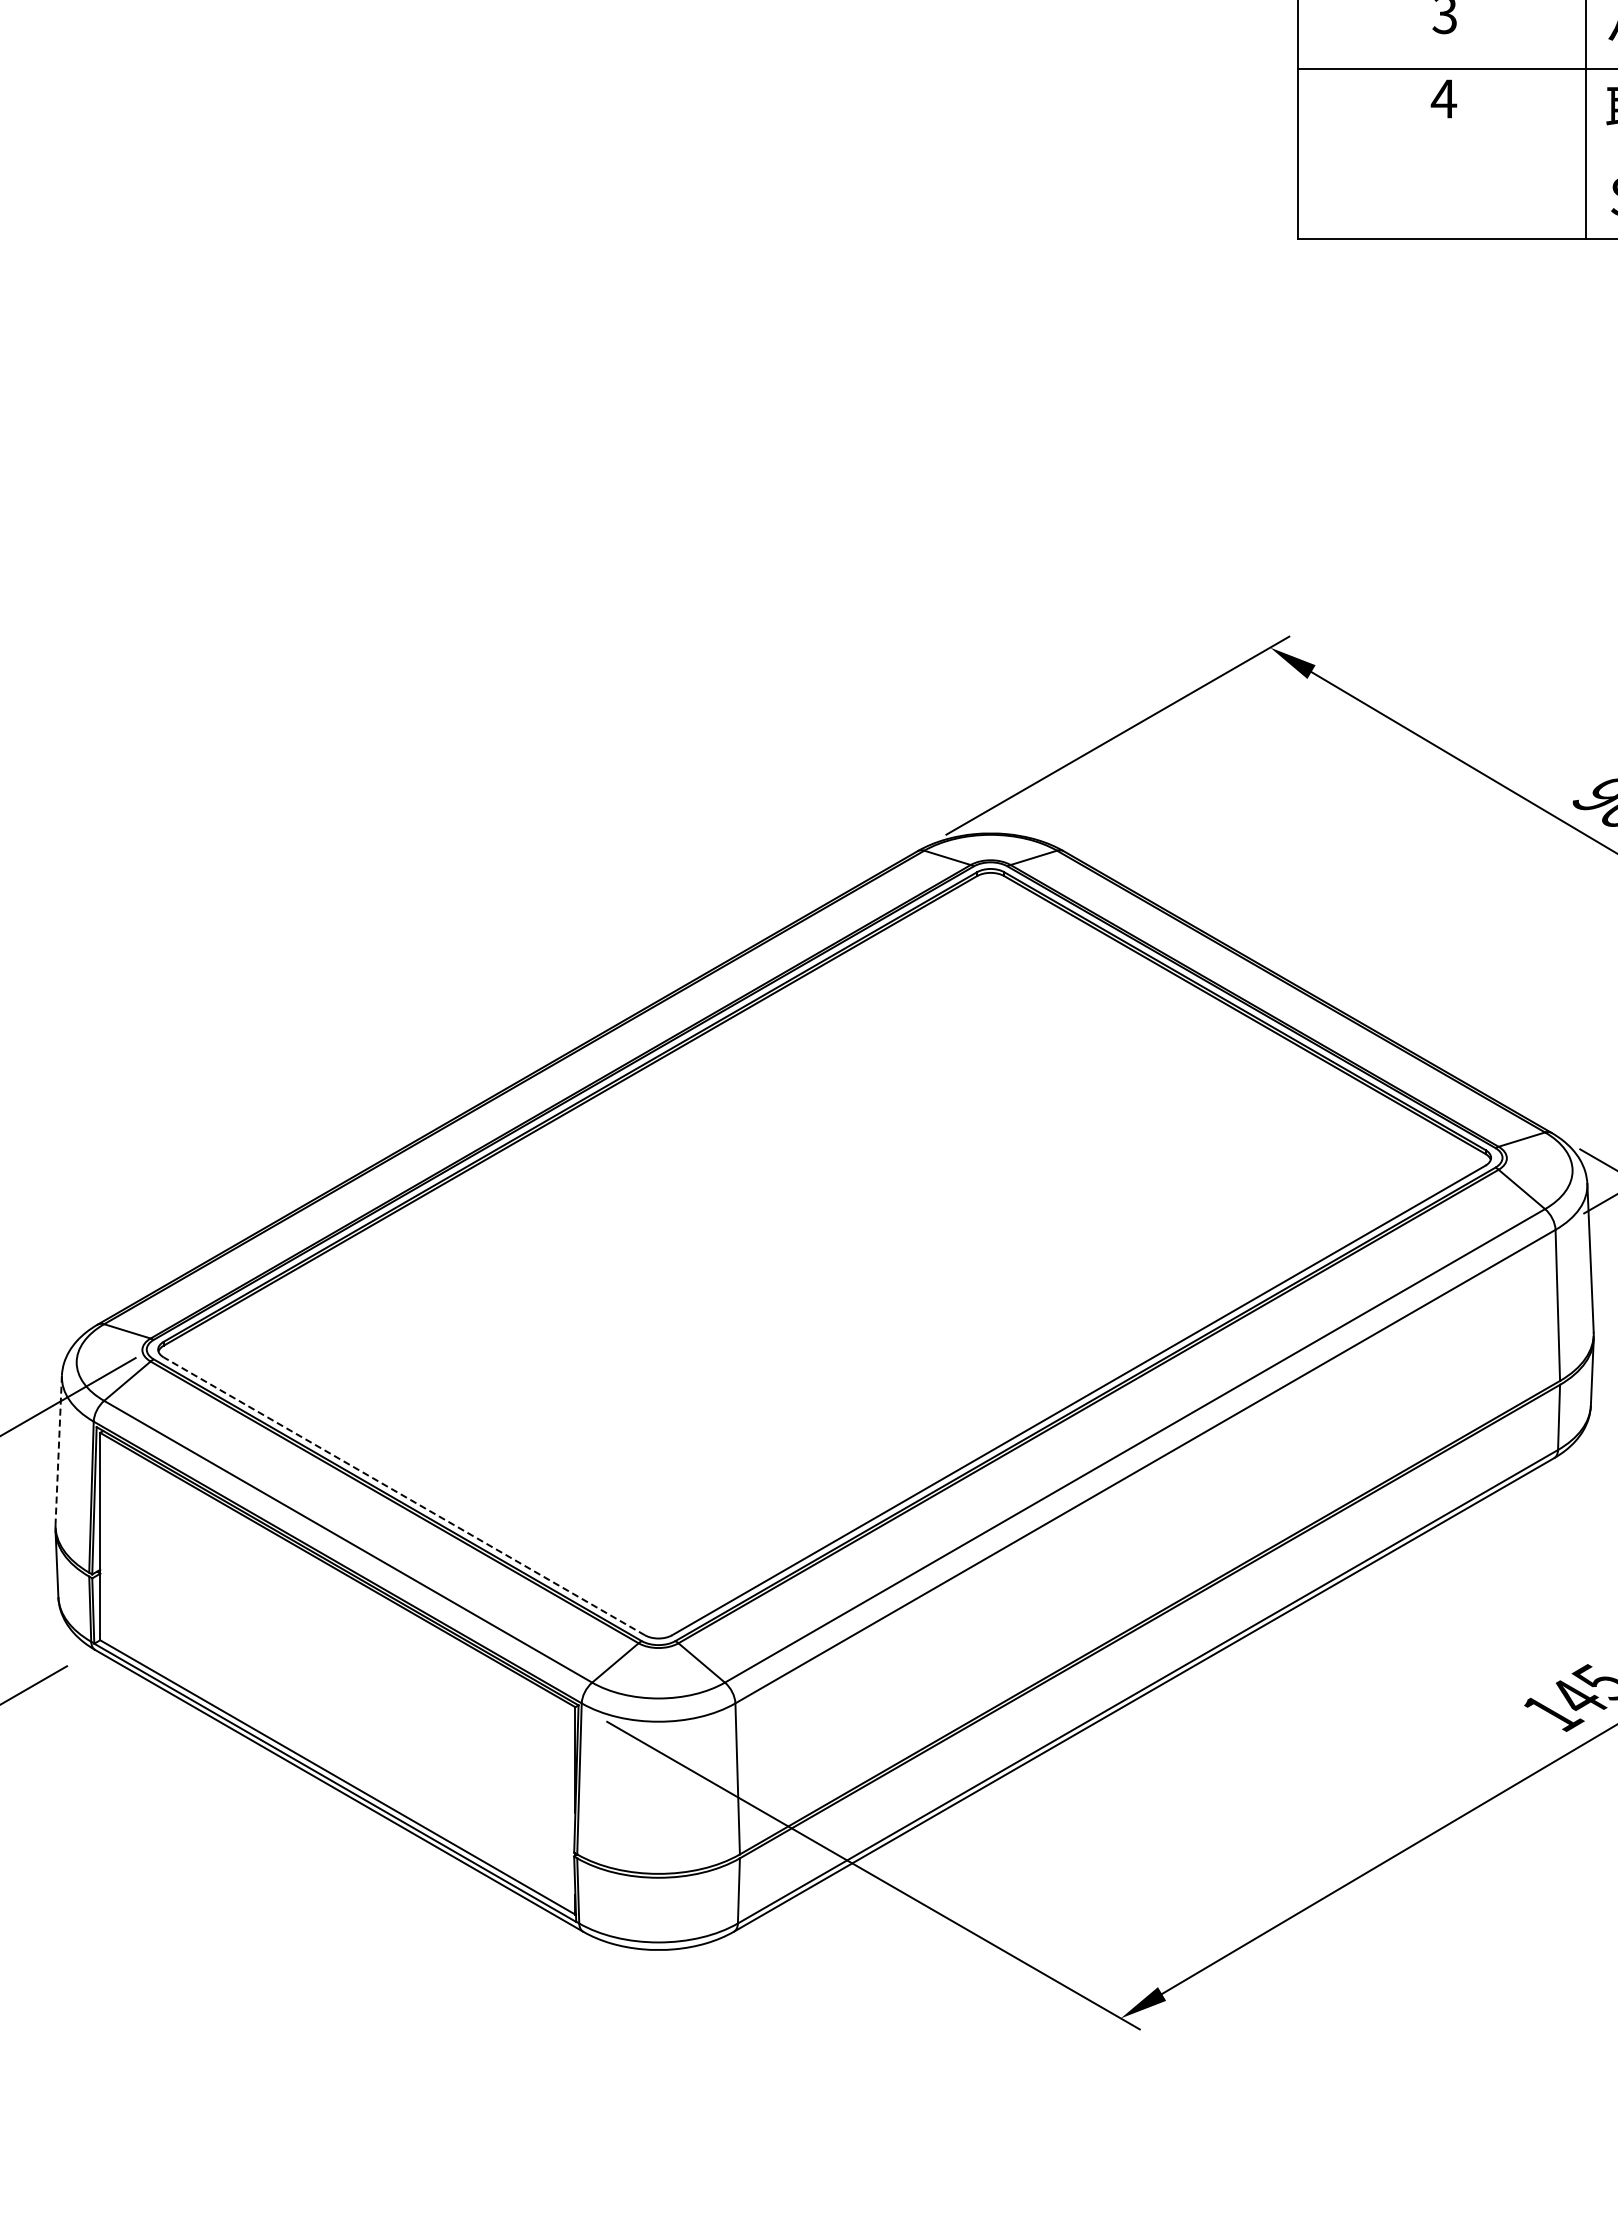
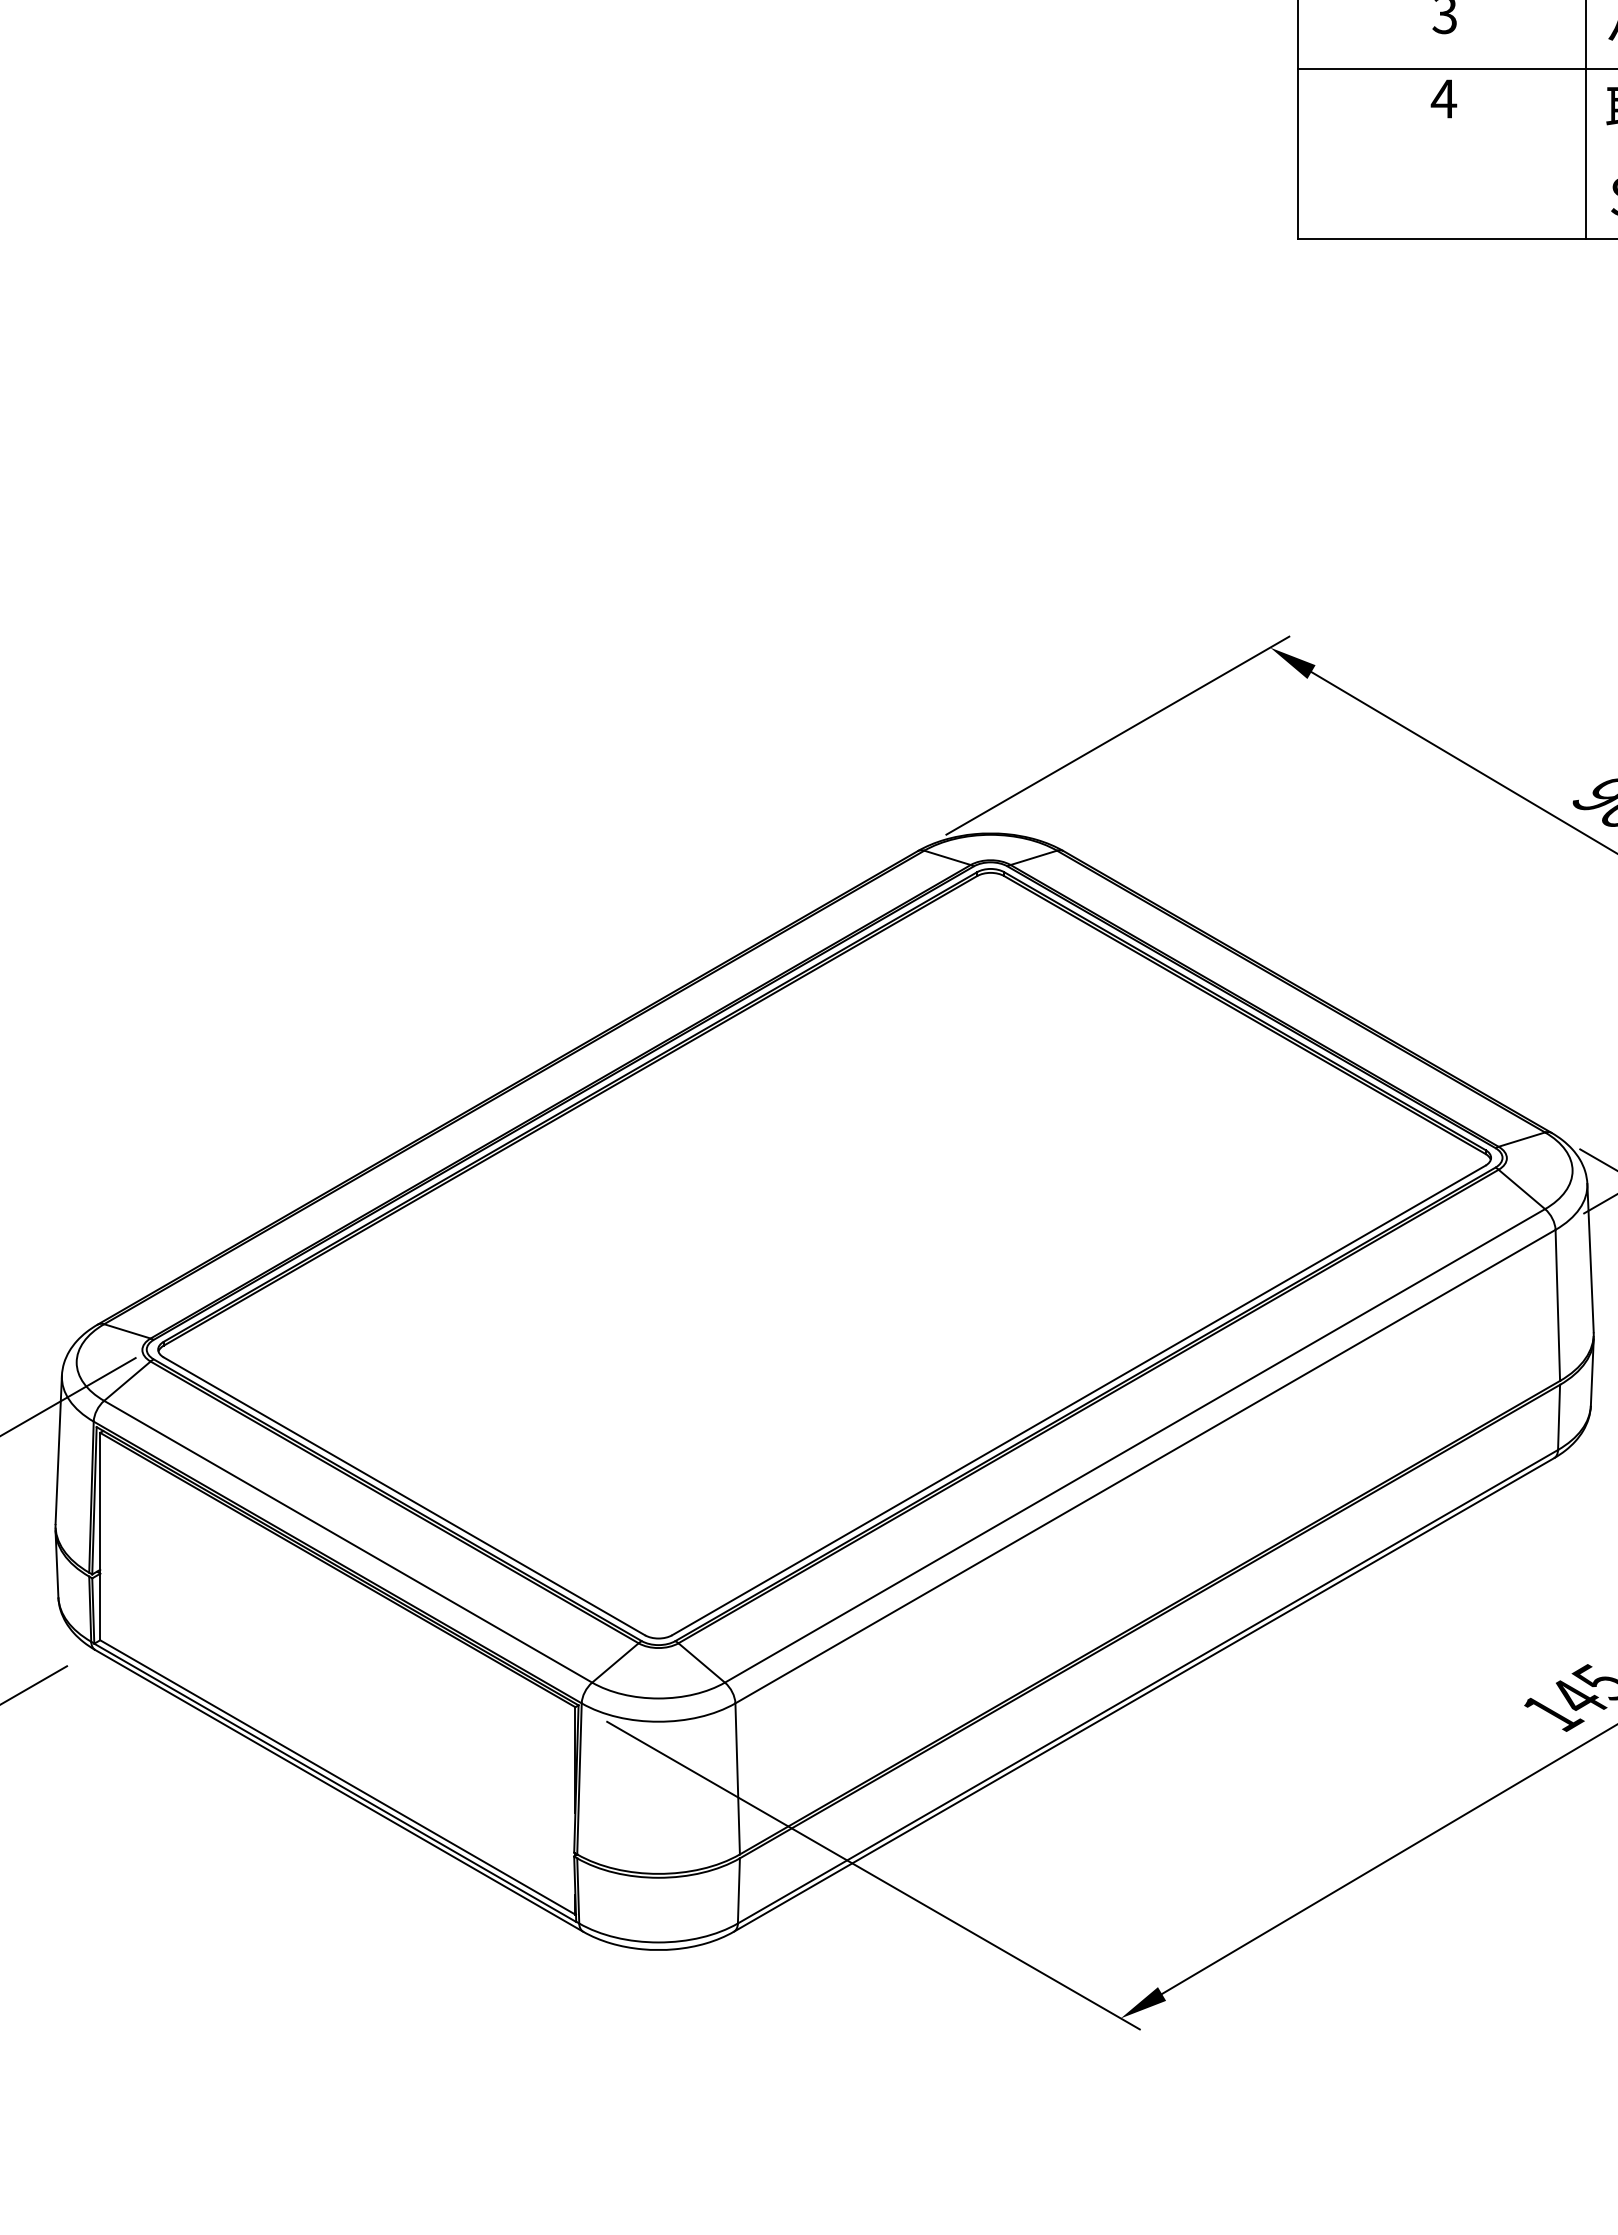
line at (58, 1450): dashed -> solid
line at (404, 1496): dashed -> solid
